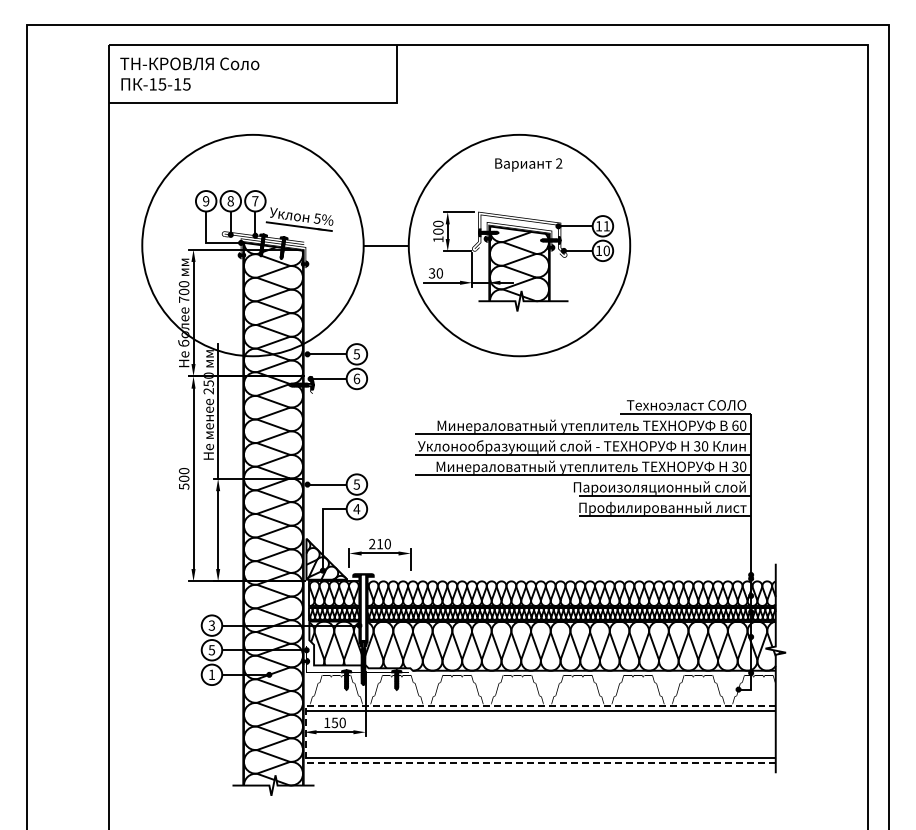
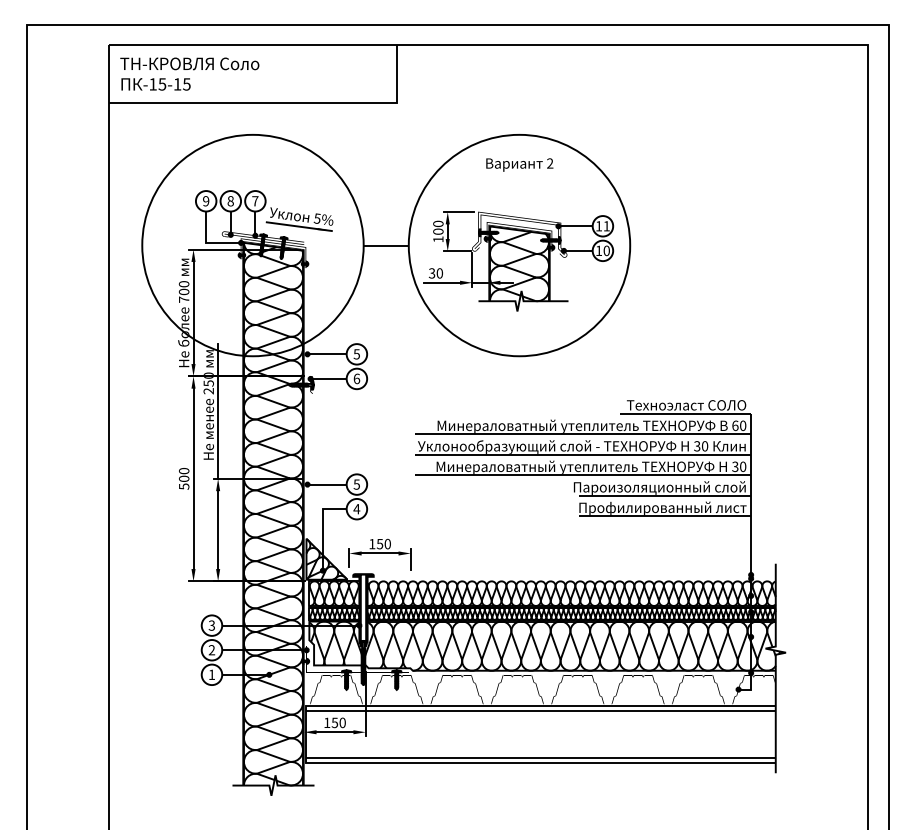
text at (528, 164) position: (528, 164) -> (519, 164)
text at (376, 543): 210 -> 150
text at (211, 650): 5 -> 2
line at (306, 734): dashed -> solid
